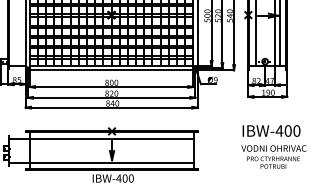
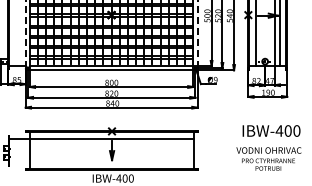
line at (25, 34): solid -> dashed
line at (197, 34): solid -> dashed
text at (273, 156) position: (273, 156) -> (268, 158)
line at (100, 163): present -> none
